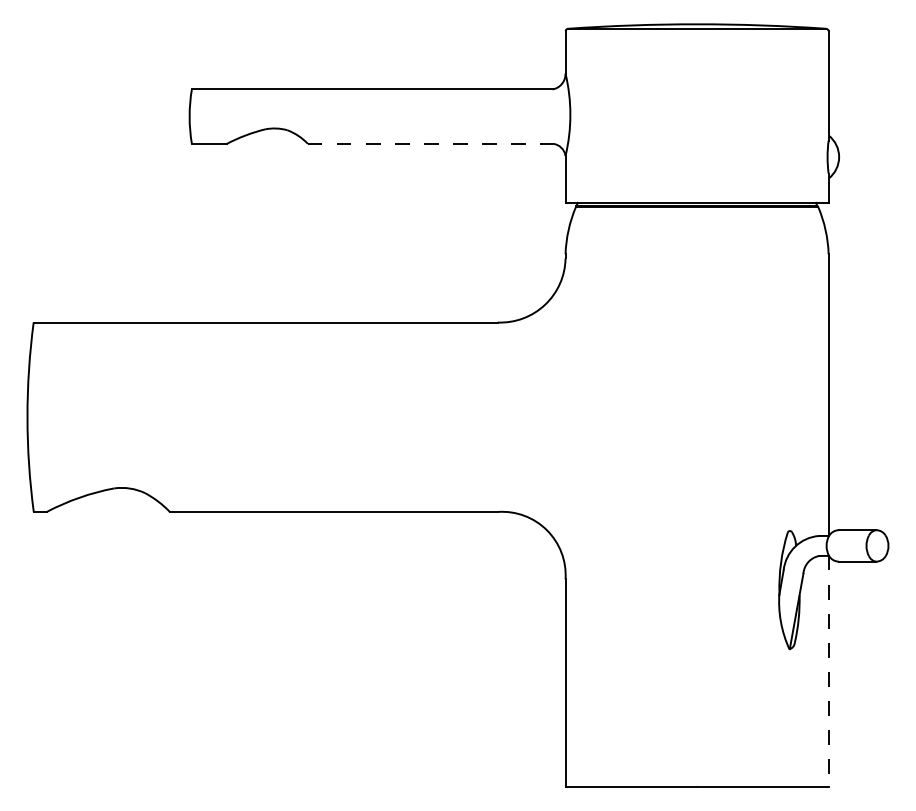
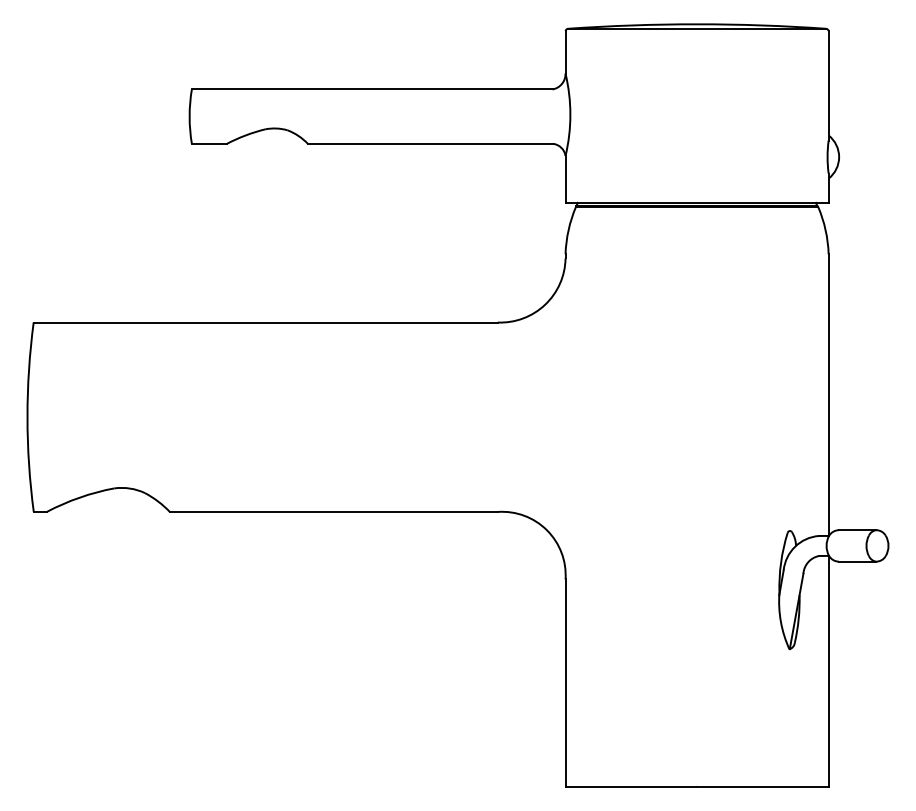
line at (430, 143): dashed -> solid
line at (828, 671): dashed -> solid
